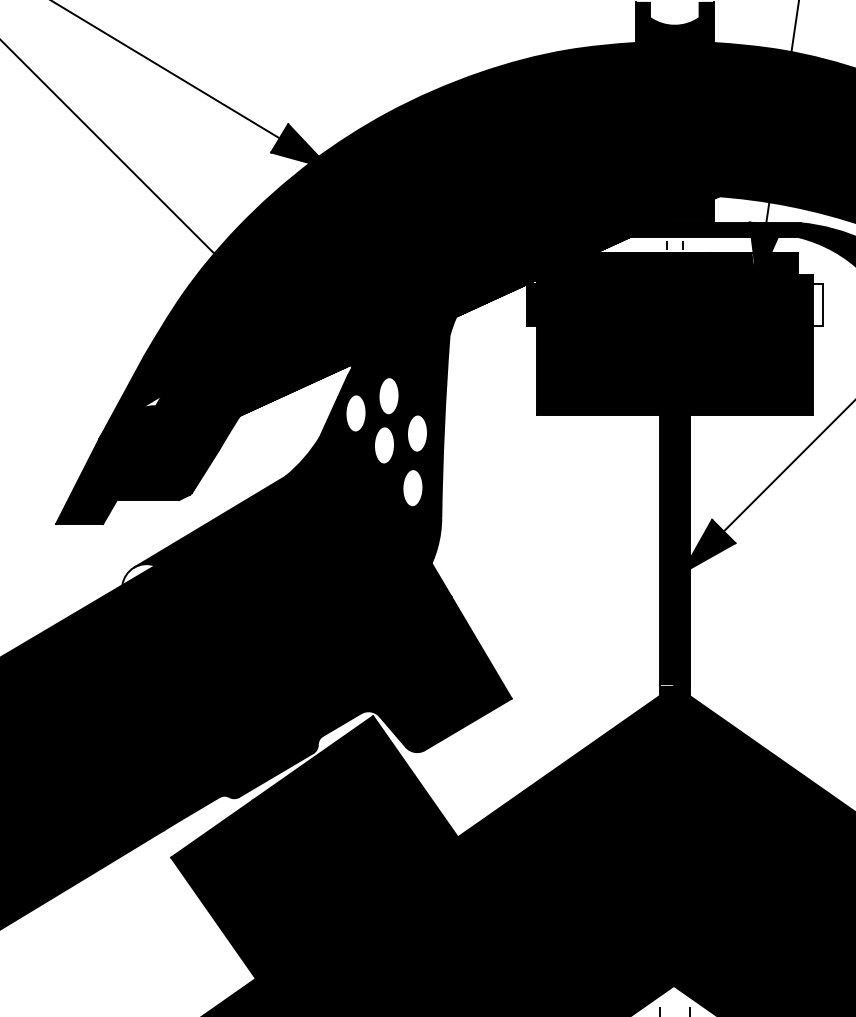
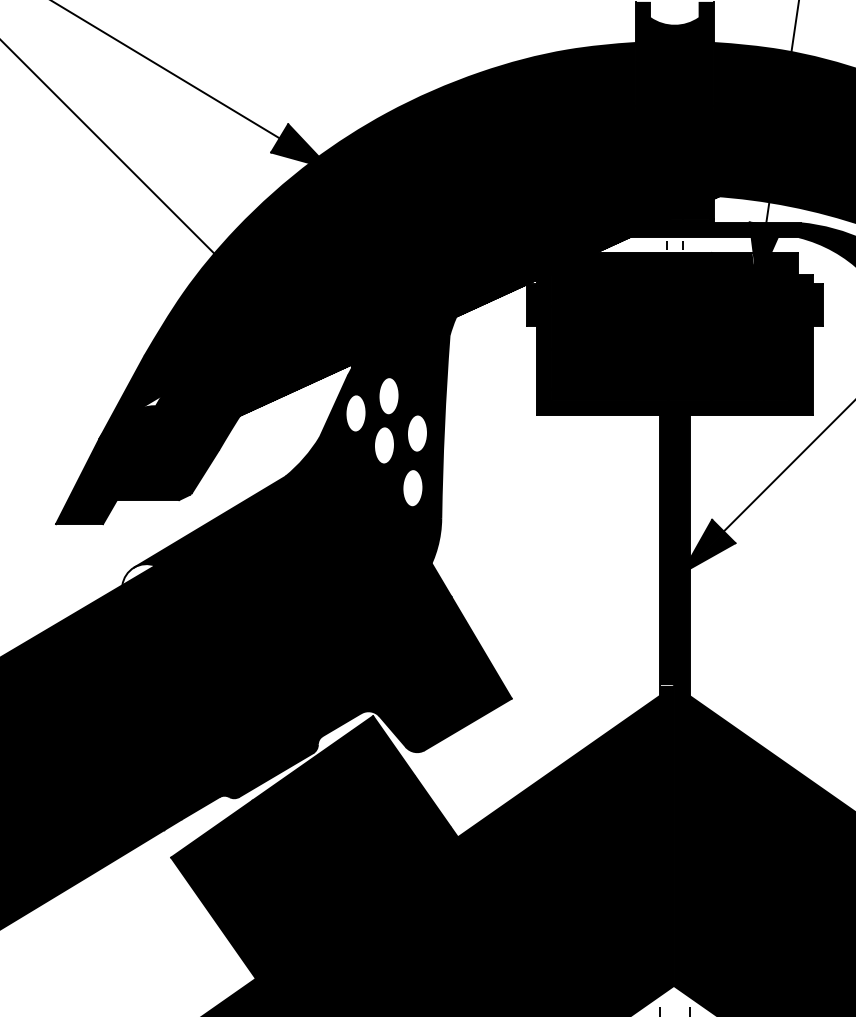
fill at (817, 304): none -> present
